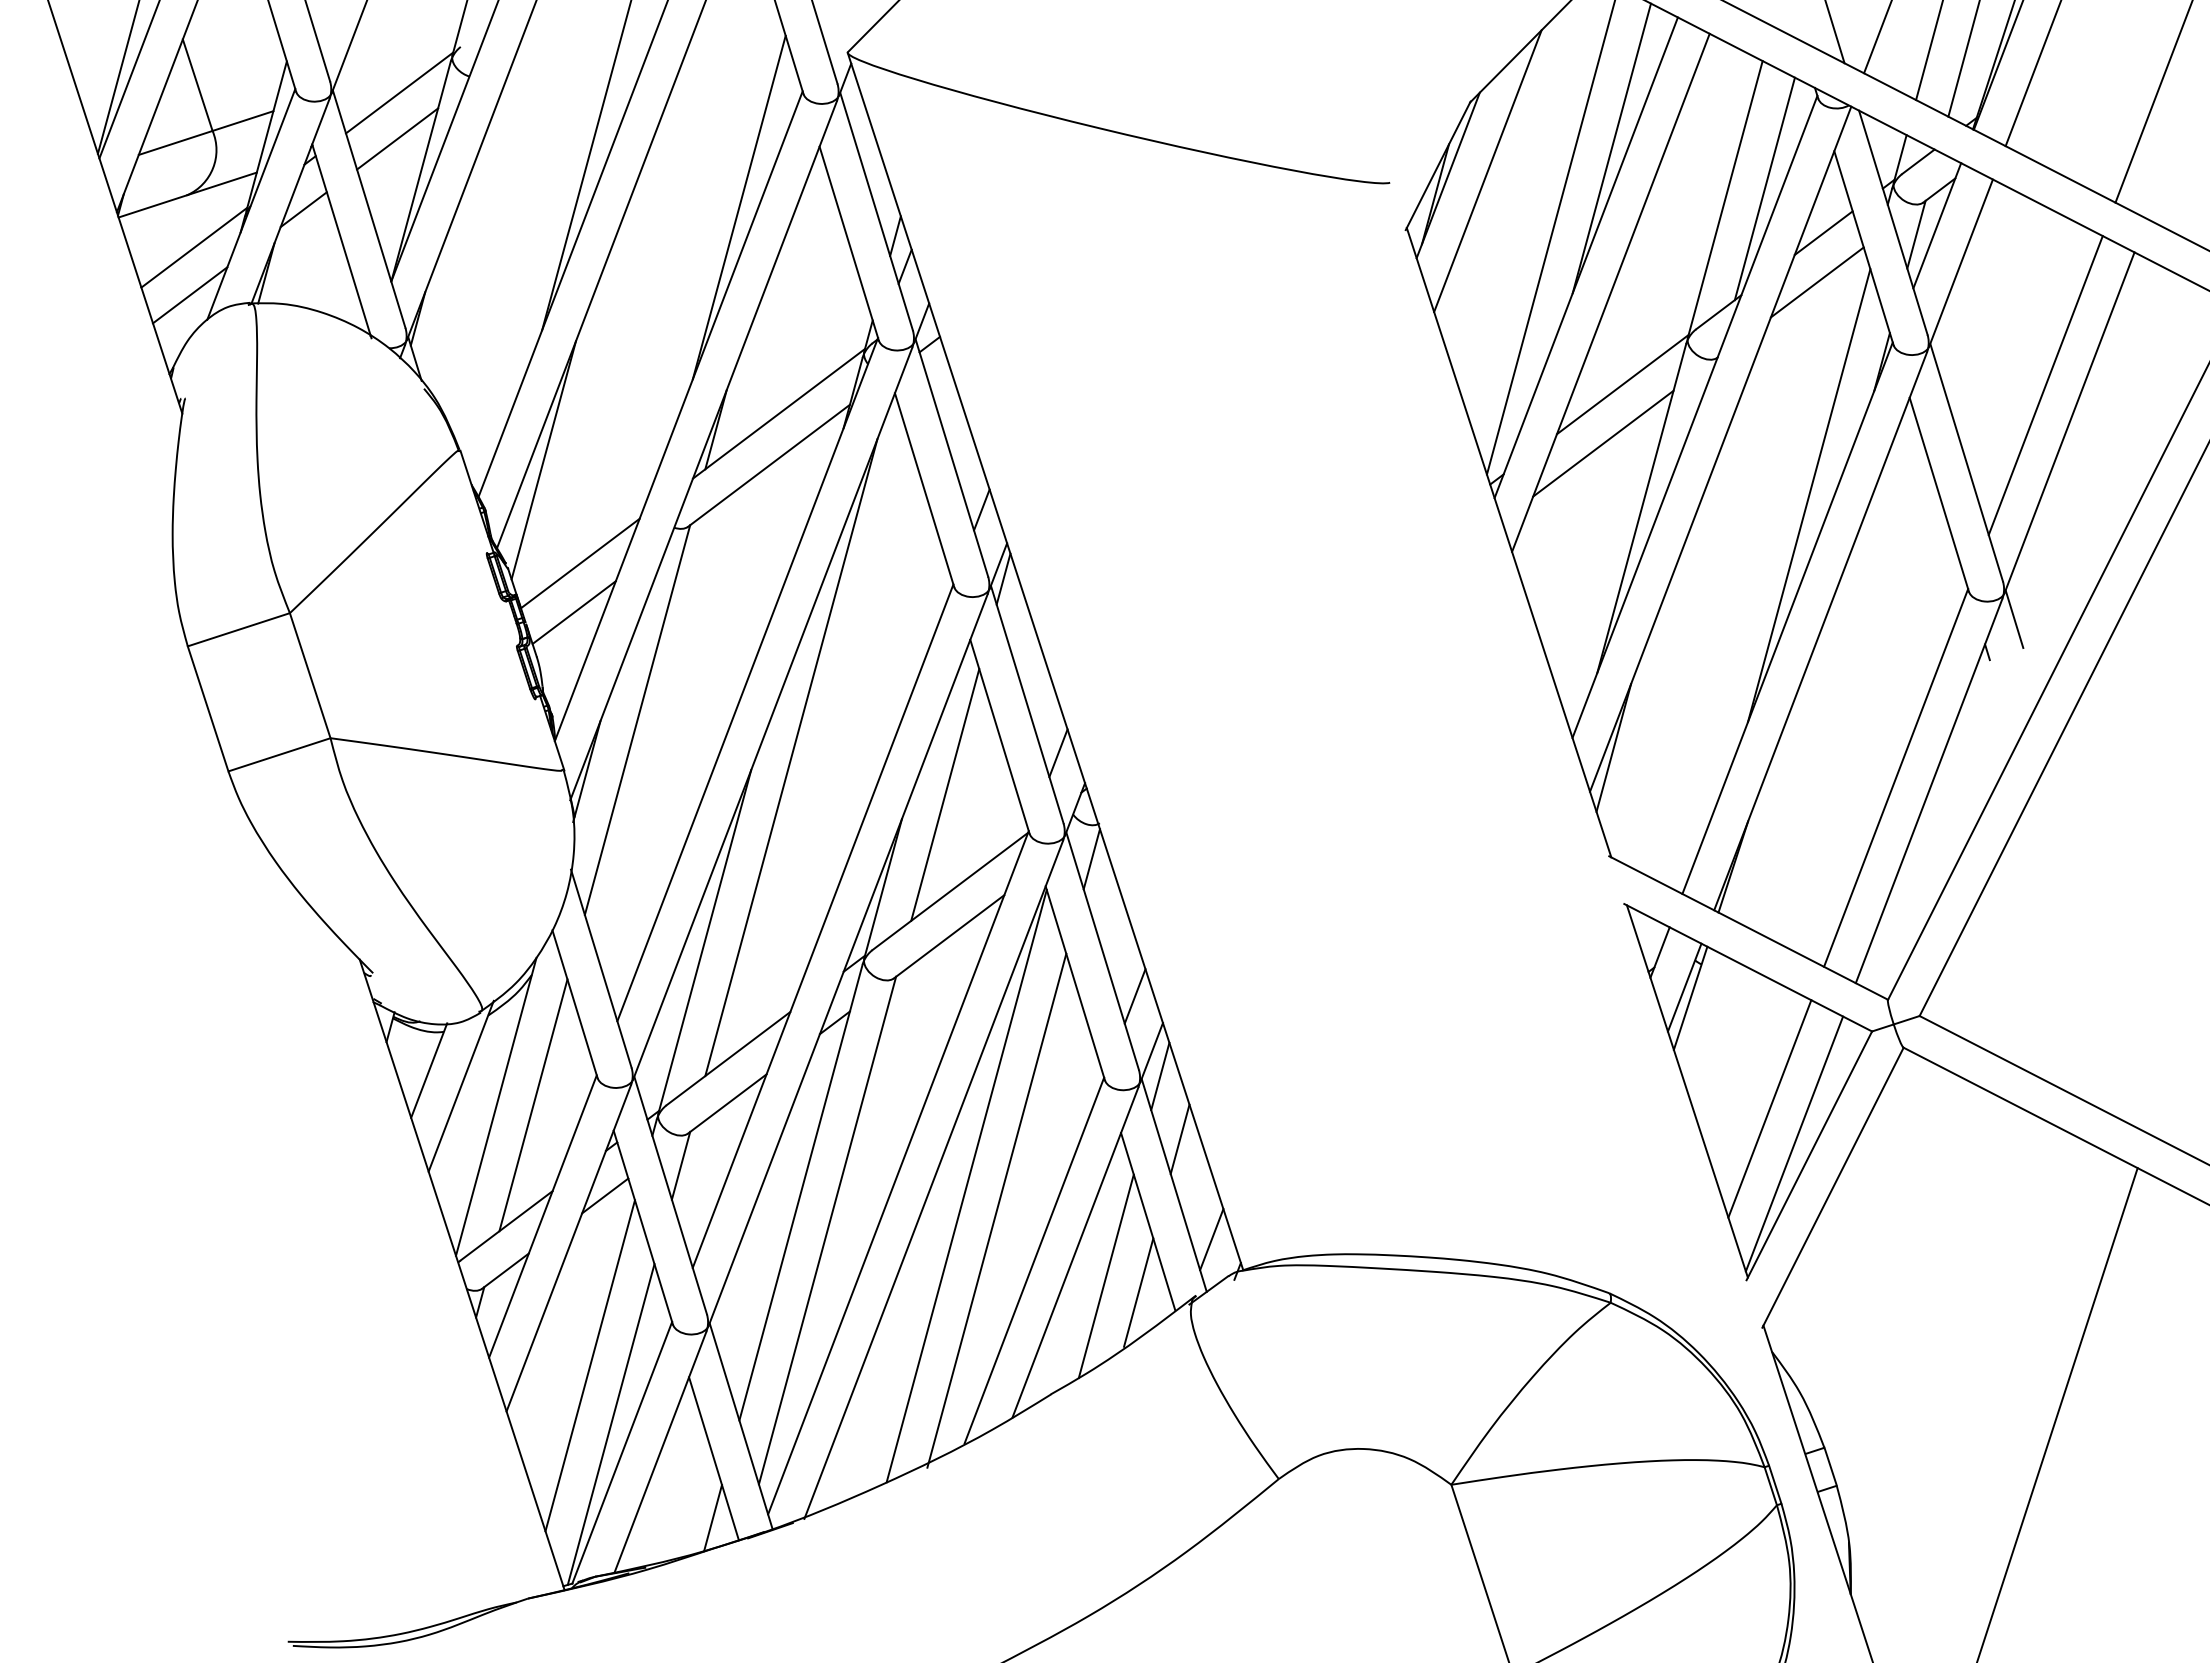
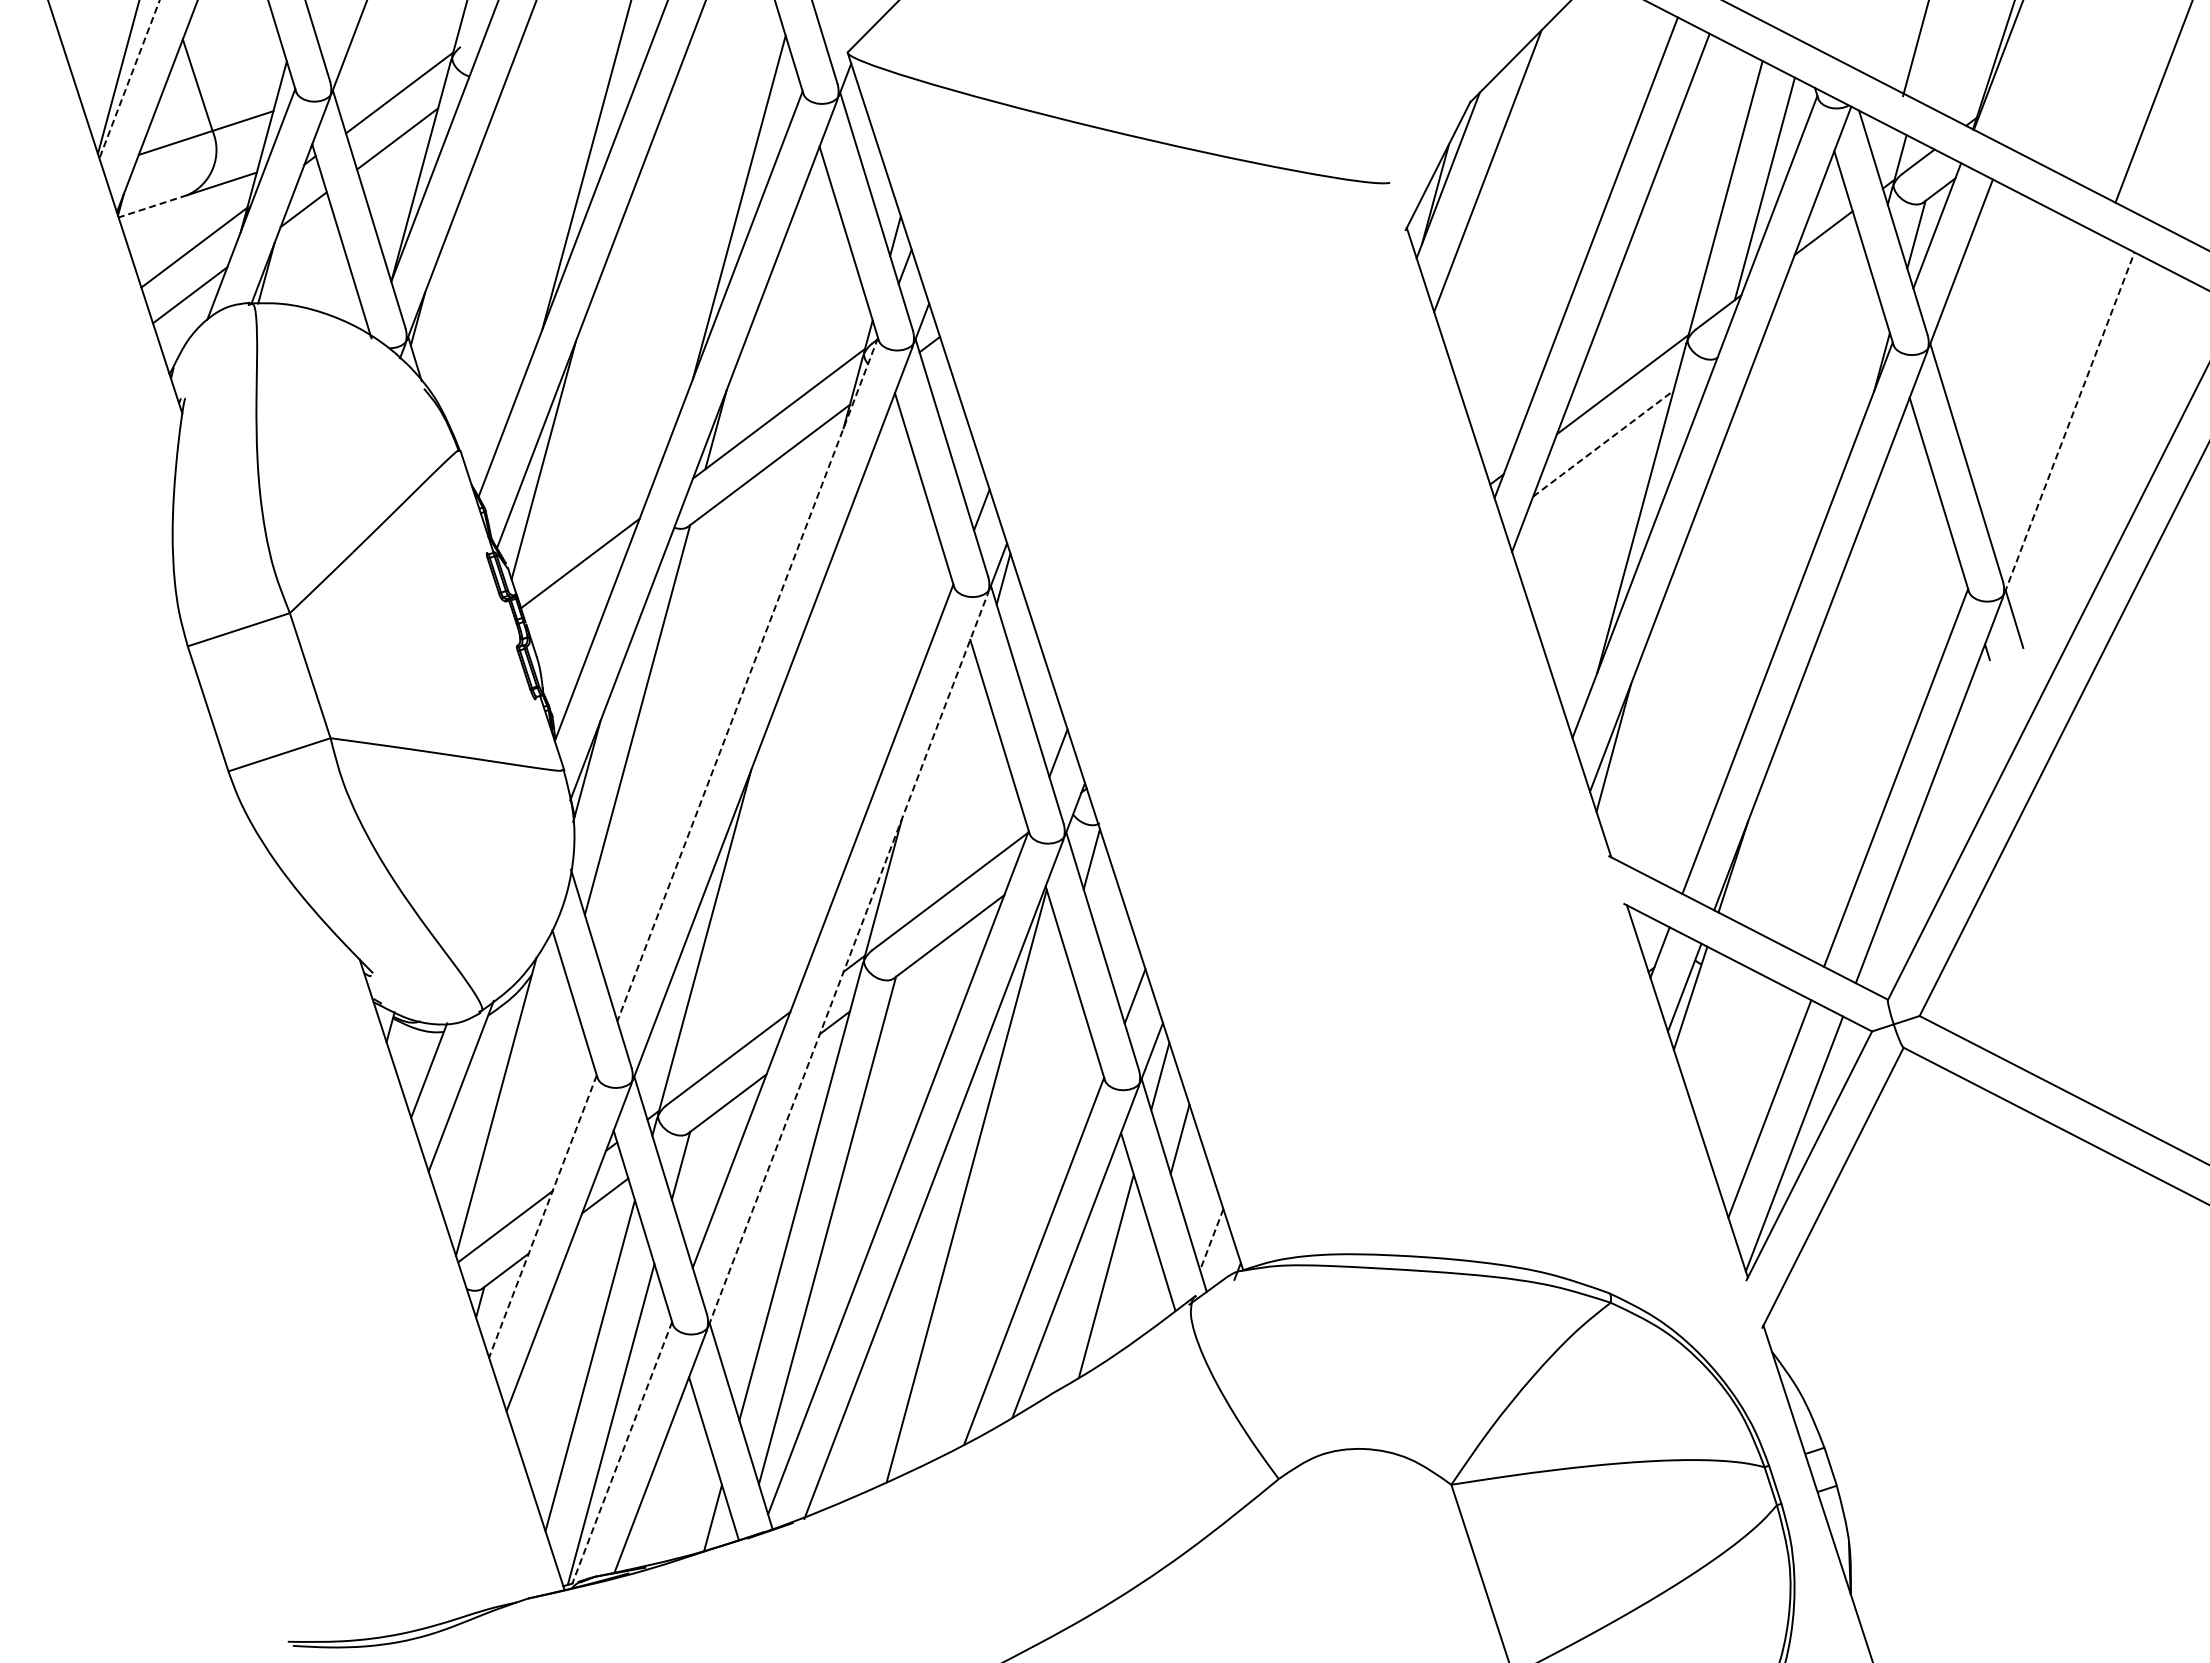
line at (1835, 32): present -> none
line at (1877, 37): present -> none
line at (1929, 51) position: (1929, 51) -> (1915, 49)
line at (1963, 59): present -> none
line at (2032, 74): present -> none
line at (129, 79): solid -> dashed
line at (1611, 148): present -> none
line at (152, 206): solid -> dashed
line at (1550, 238): present -> none
line at (1816, 282): present -> none
line at (2045, 385): present -> none
line at (2069, 422): solid -> dashed
line at (1603, 443): solid -> dashed
line at (1809, 495): present -> none
line at (573, 612): present -> none
line at (747, 679): solid -> dashed
line at (791, 757): present -> none
line at (945, 794): present -> none
line at (848, 959): solid -> dashed
line at (533, 1105): present -> none
line at (996, 1210): present -> none
line at (542, 1217): solid -> dashed
line at (1211, 1239): solid -> dashed
line at (1138, 1292): present -> none
line at (2057, 1413): present -> none
line at (622, 1453): solid -> dashed
